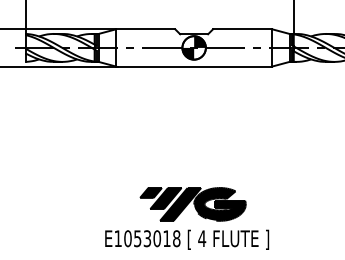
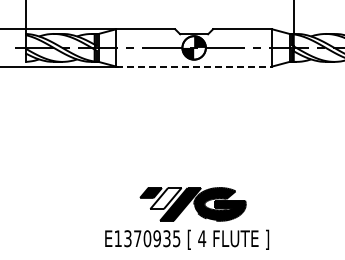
line at (194, 66): solid -> dashed
fill at (165, 198): present -> none
text at (152, 238): E1053018 -> E1370935
